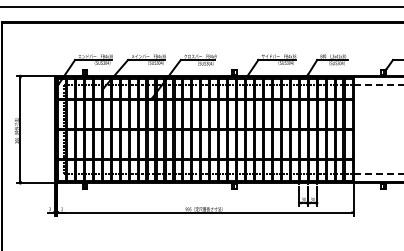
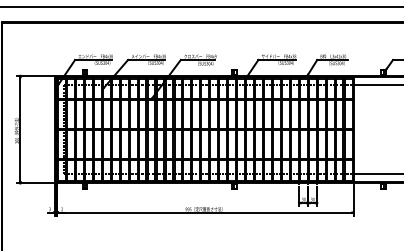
line at (378, 84): dashed -> solid
line at (378, 174): dashed -> solid
